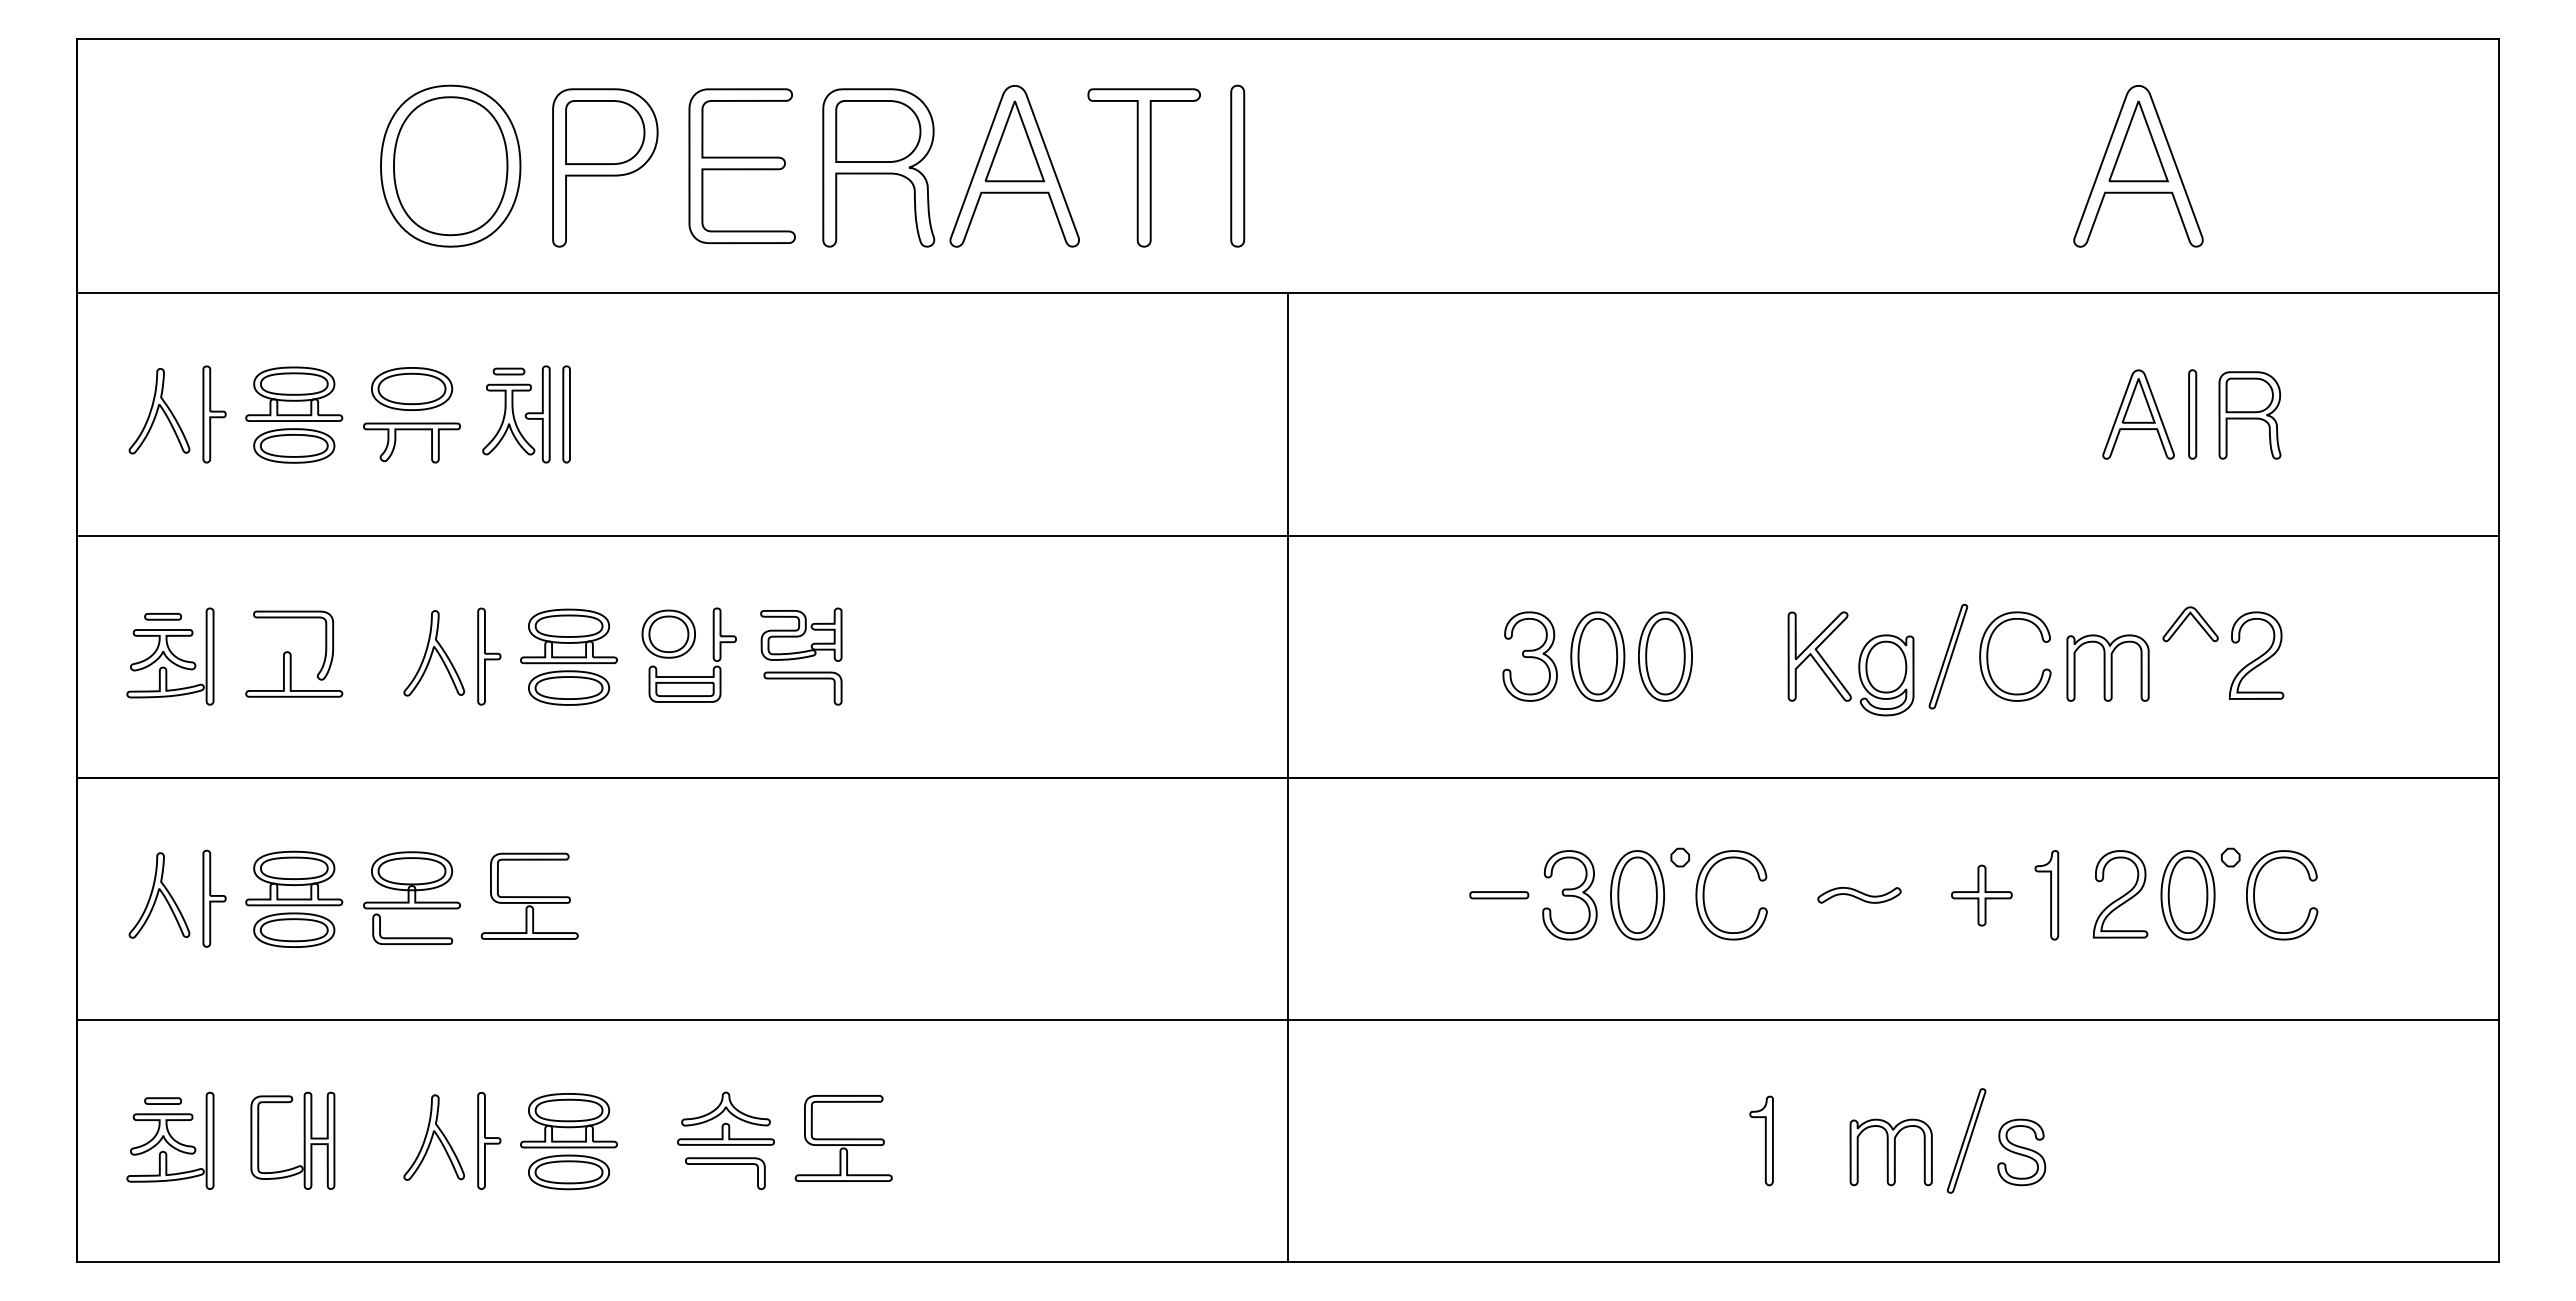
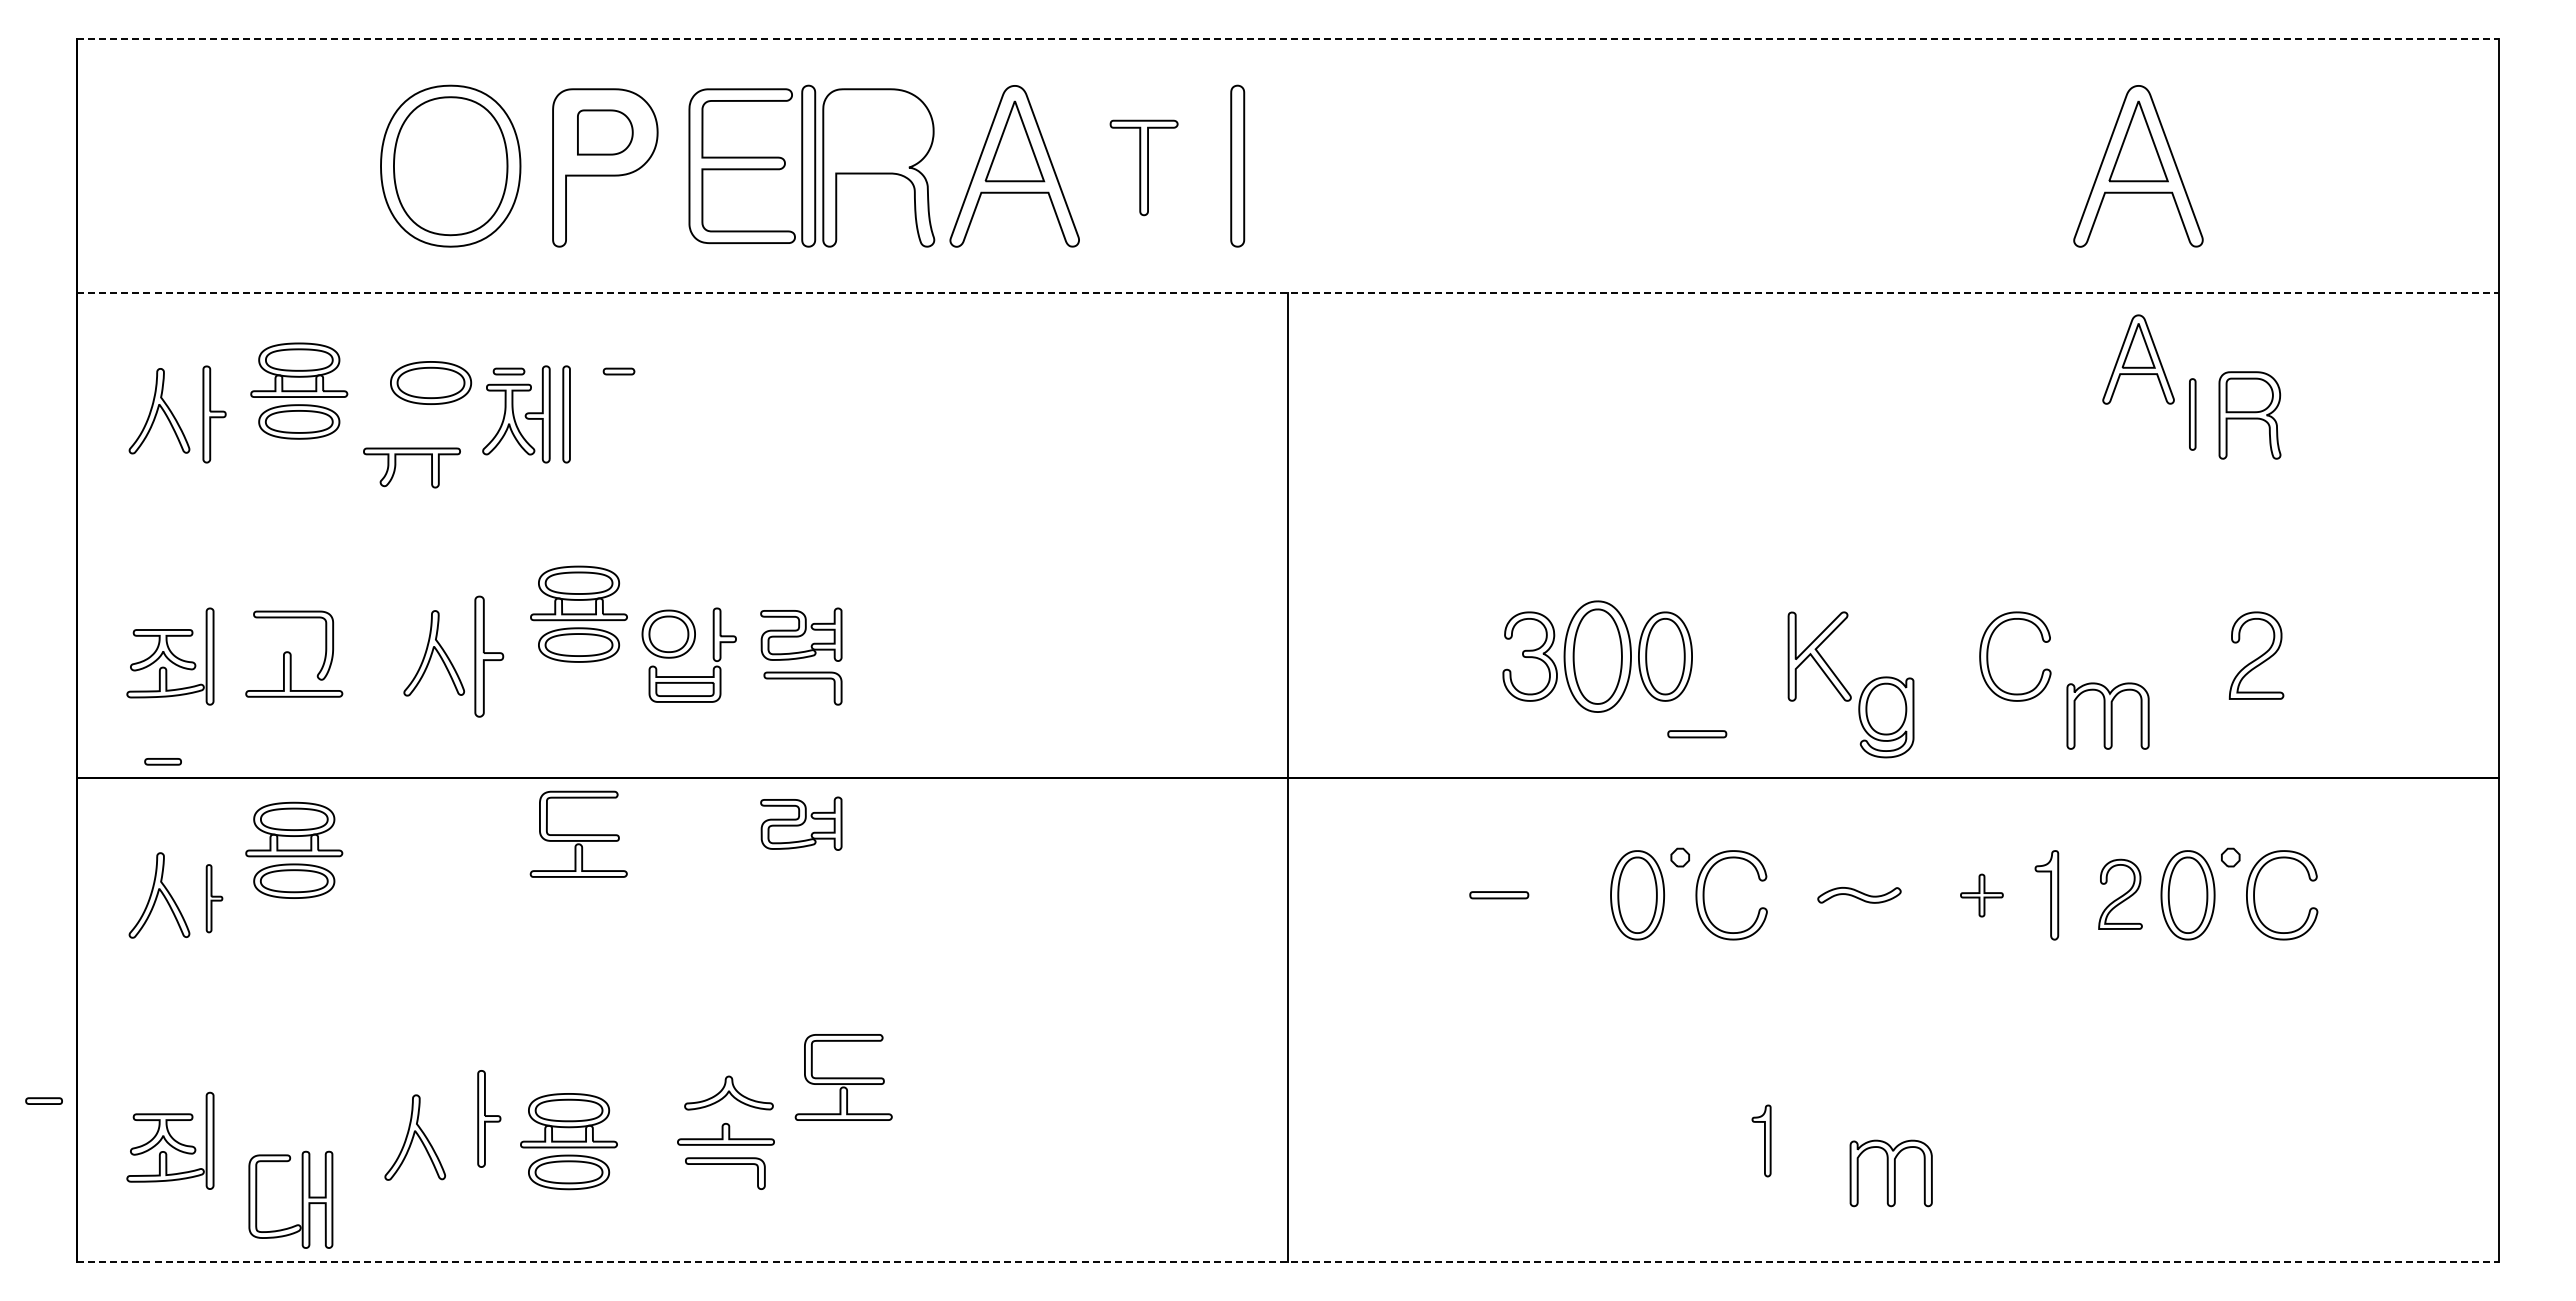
line at (1287, 38): solid -> dashed
part at (878, 131): present -> none
part at (605, 132) size: 81x65 px -> 57x47 px
part at (808, 165): none -> present
part at (1143, 167) size: 114x160 px -> 70x98 px
line at (1287, 293): solid -> dashed
part at (618, 371): none -> present
part at (412, 388) position: (412, 388) -> (431, 382)
part at (294, 414) position: (294, 414) -> (299, 390)
part at (2138, 414) position: (2138, 414) -> (2138, 359)
part at (2192, 414) size: 10x91 px -> 8x73 px
part at (411, 430) position: (411, 430) -> (411, 455)
line at (1287, 535): present -> none
part at (162, 616) position: (162, 616) -> (162, 761)
part at (2186, 619): present -> none
part at (489, 656) size: 25x99 px -> 31x123 px
part at (568, 656) position: (568, 656) -> (578, 613)
part at (1597, 656) size: 56x91 px -> 69x113 px
part at (1948, 656): present -> none
part at (2107, 667) position: (2107, 667) -> (2107, 715)
part at (1886, 675) position: (1886, 675) -> (1886, 717)
part at (1697, 734): none -> present
part at (801, 823): none -> present
part at (2120, 894) size: 57x89 px -> 45x72 px
part at (529, 895) position: (529, 895) -> (578, 833)
part at (1569, 895): present -> none
part at (1981, 895) size: 62x63 px -> 44x45 px
part at (411, 897): present -> none
part at (214, 898) size: 25x99 px -> 19x70 px
part at (294, 898) position: (294, 898) -> (294, 849)
line at (1287, 1019): present -> none
part at (162, 1100) position: (162, 1100) -> (43, 1100)
part at (725, 1108) position: (725, 1108) -> (728, 1092)
part at (433, 1137) position: (433, 1137) -> (414, 1137)
part at (843, 1138) position: (843, 1138) -> (843, 1077)
part at (303, 1140) position: (303, 1140) -> (301, 1199)
part at (489, 1140) position: (489, 1140) -> (489, 1118)
part at (1761, 1140) size: 25x92 px -> 21x74 px
part at (1966, 1140): present -> none
part at (1890, 1152) position: (1890, 1152) -> (1890, 1173)
part at (2021, 1152): present -> none
line at (1287, 1262): solid -> dashed
